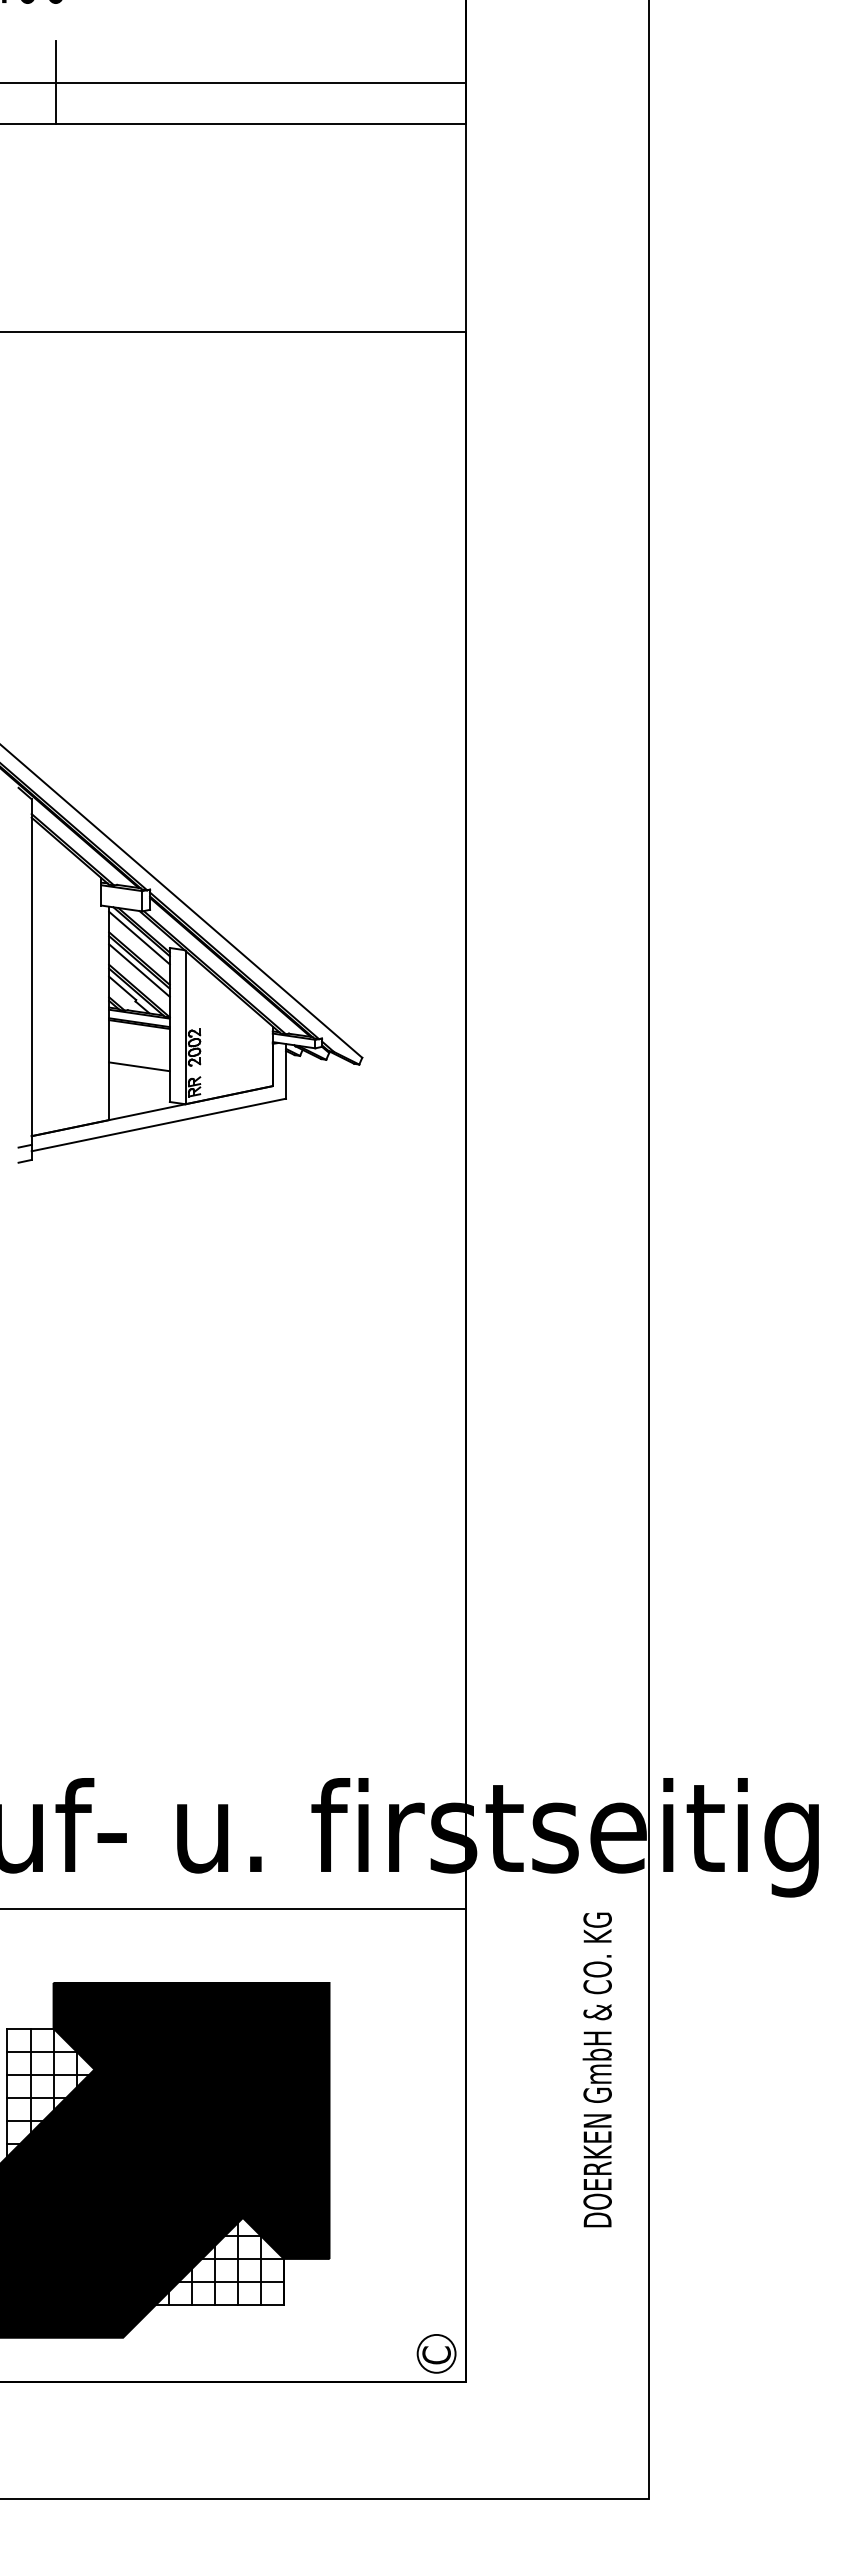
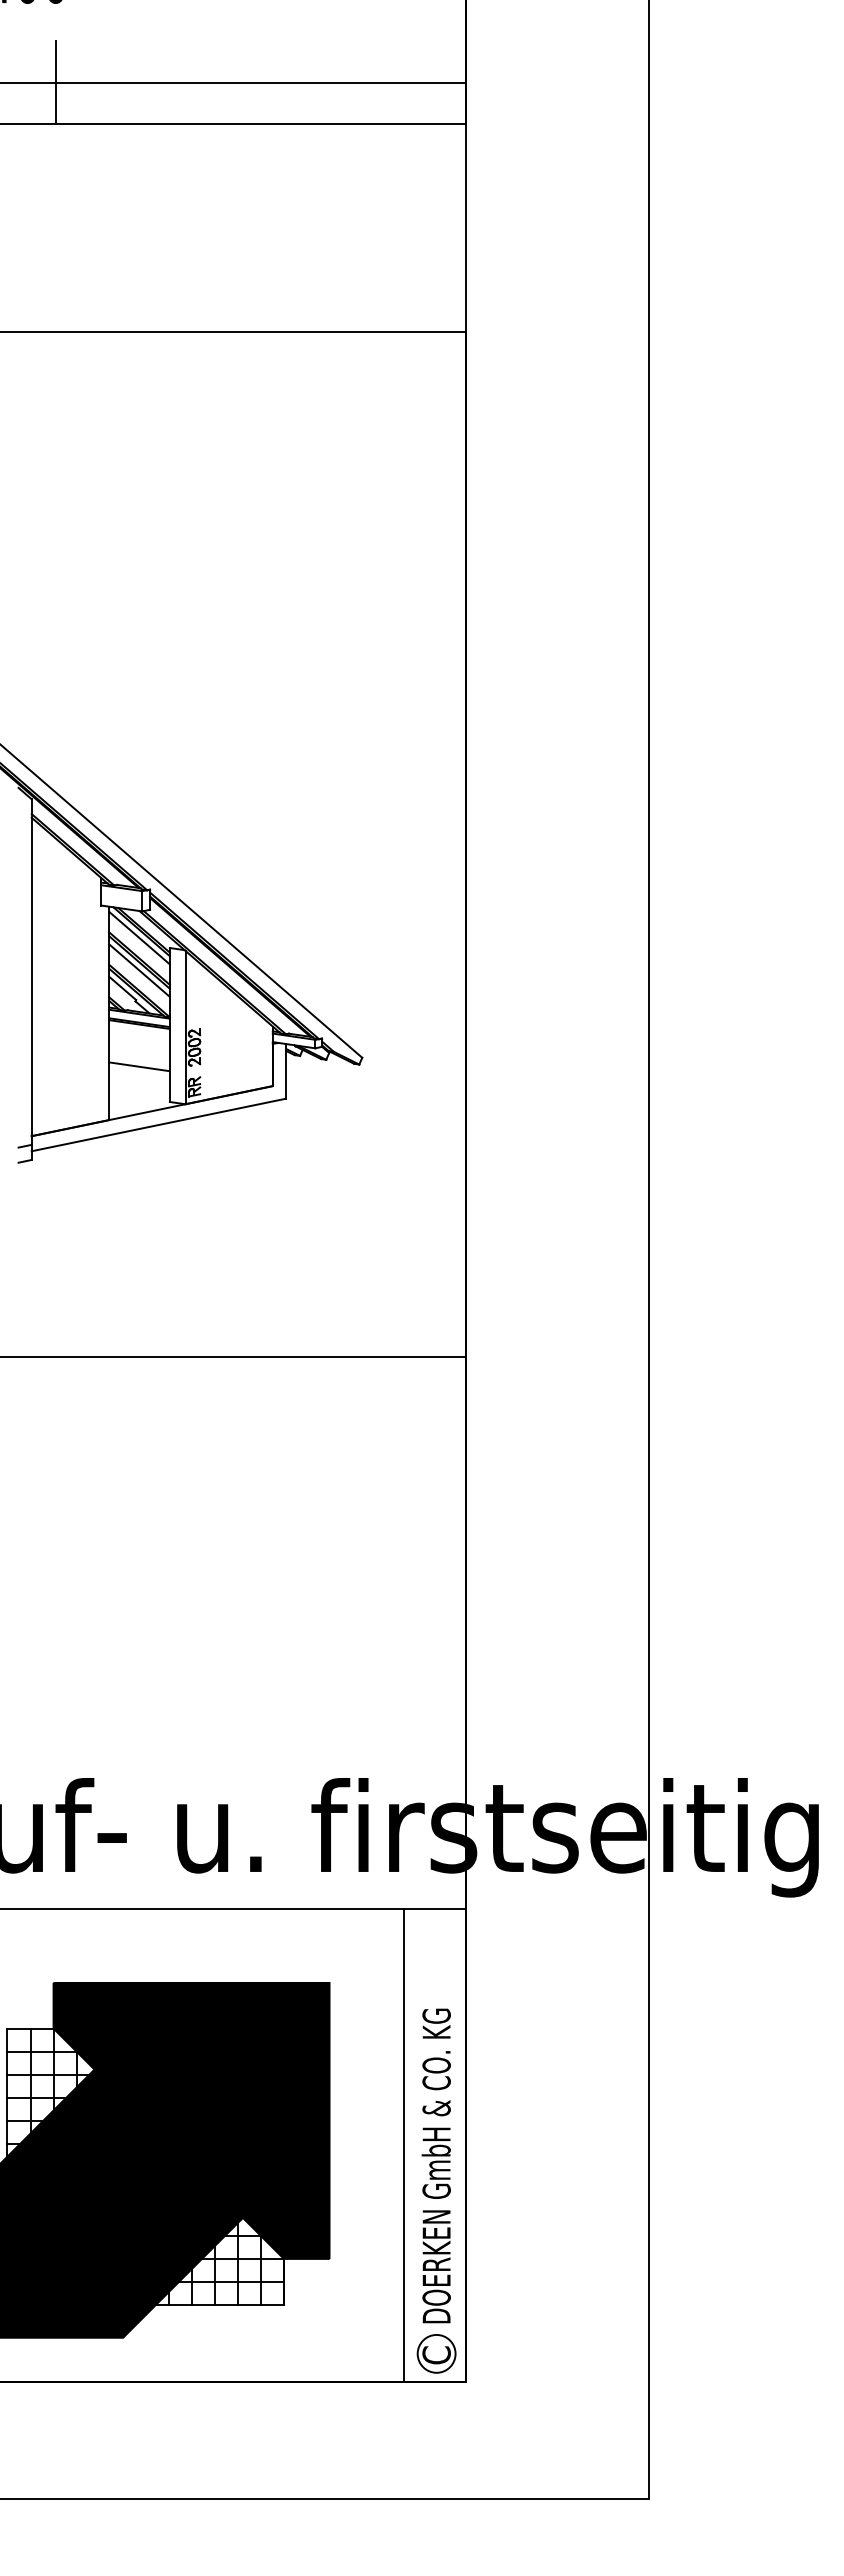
line at (234, 1356): none -> present
text at (596, 2069) position: (596, 2069) -> (435, 2165)
line at (403, 2144): none -> present
